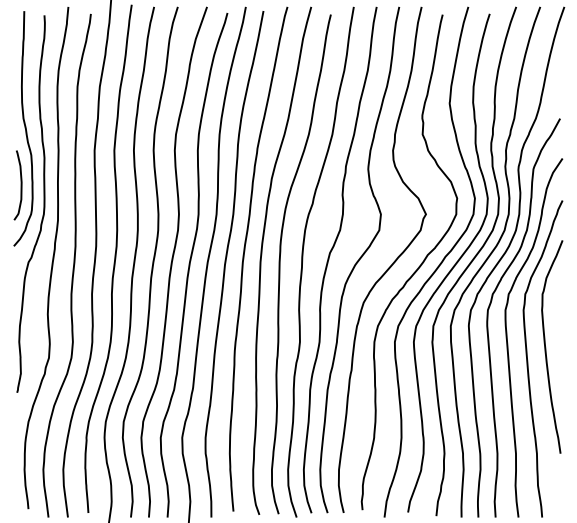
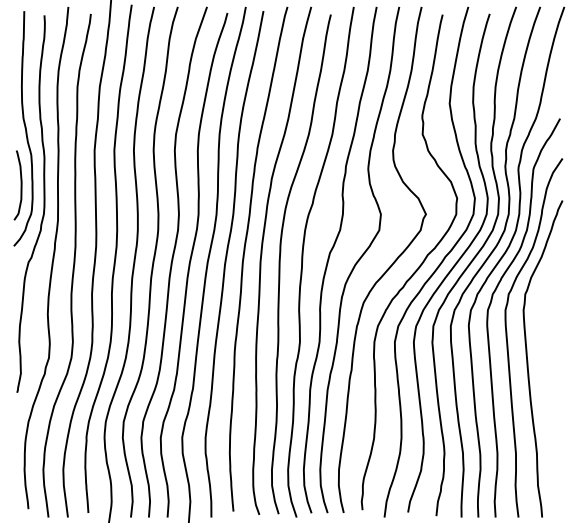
curve at (546, 347): present -> none
